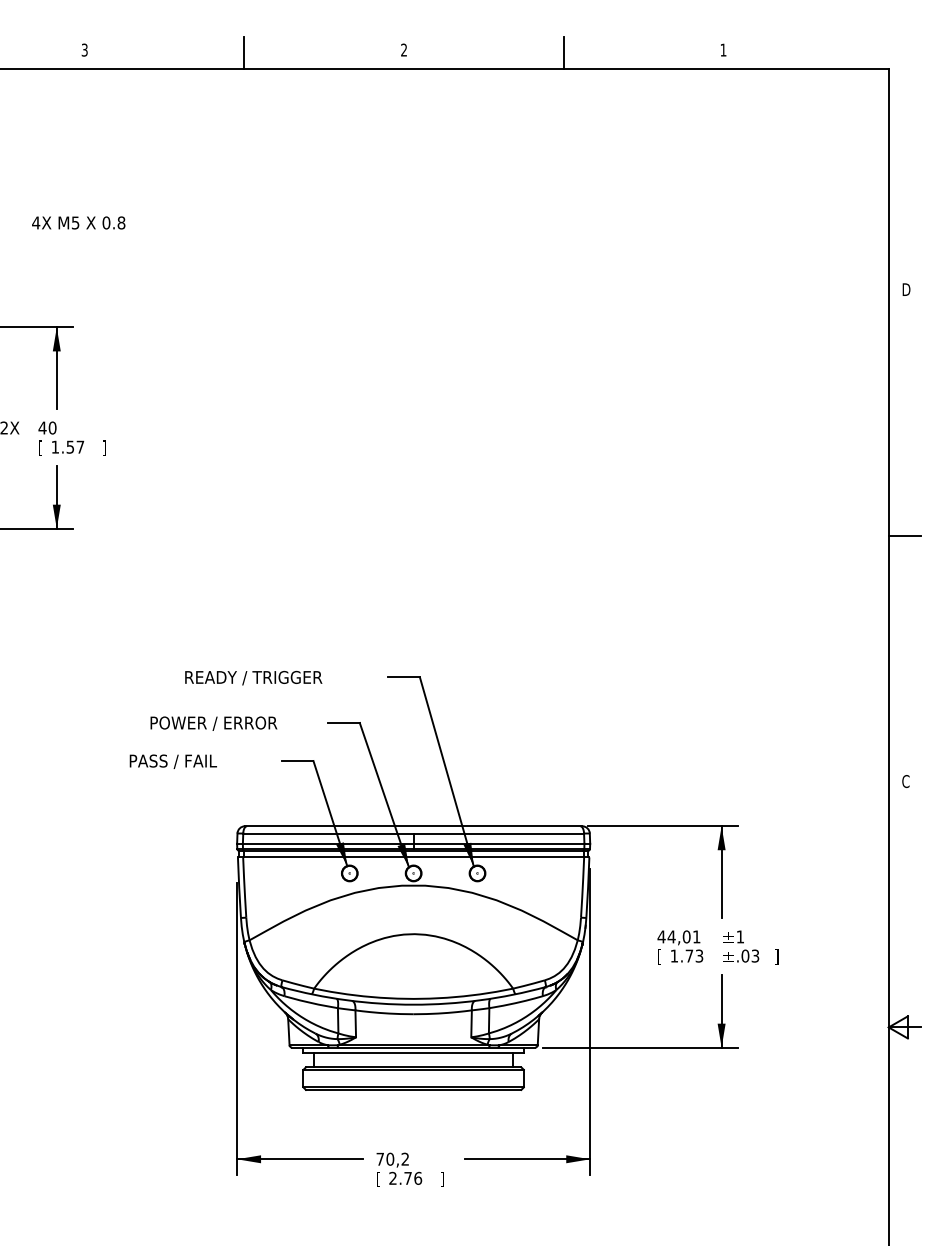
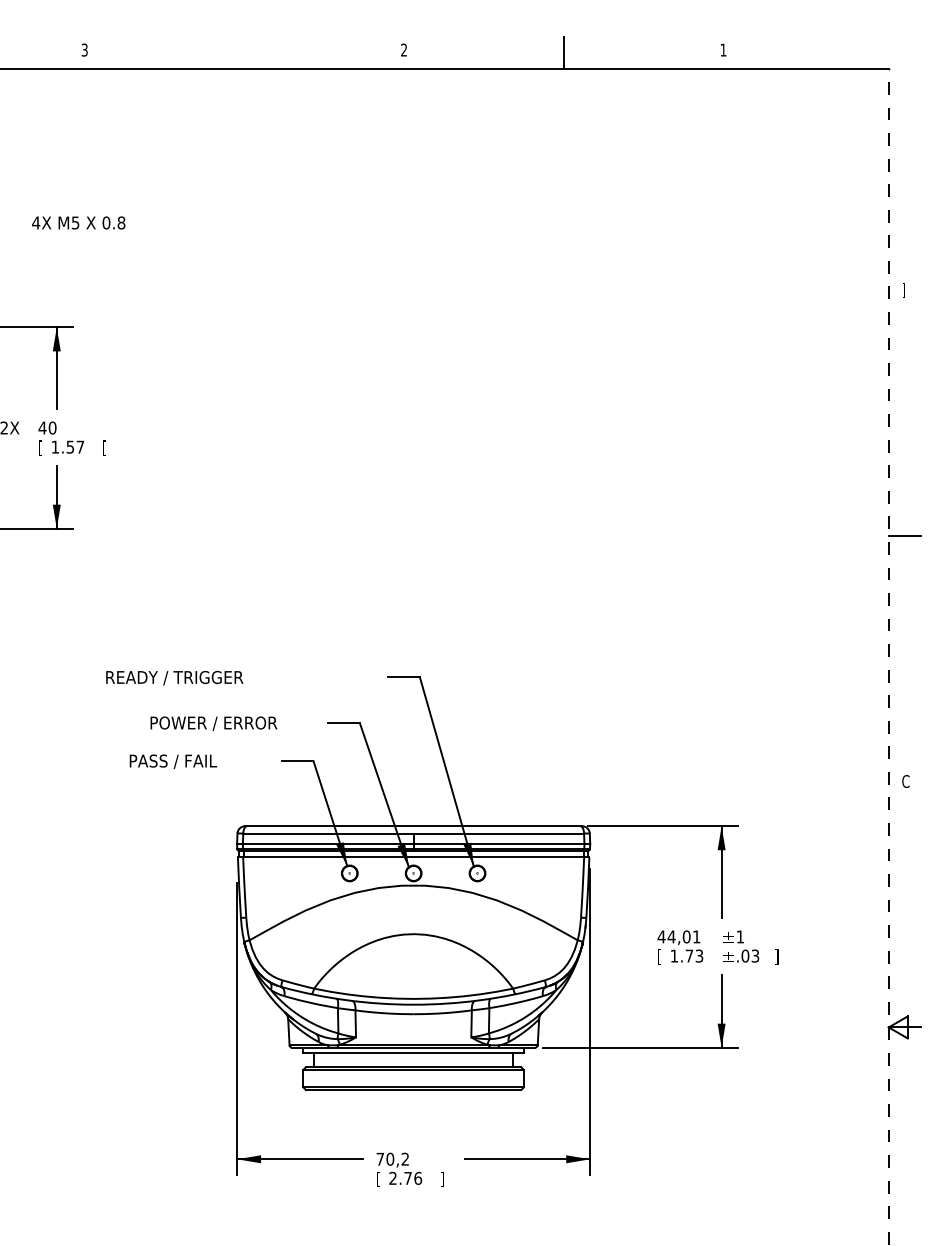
line at (244, 53): present -> none
text at (906, 290): D -> ]
text at (104, 448): ] -> [
line at (888, 657): solid -> dashed
text at (253, 677) position: (253, 677) -> (174, 677)
